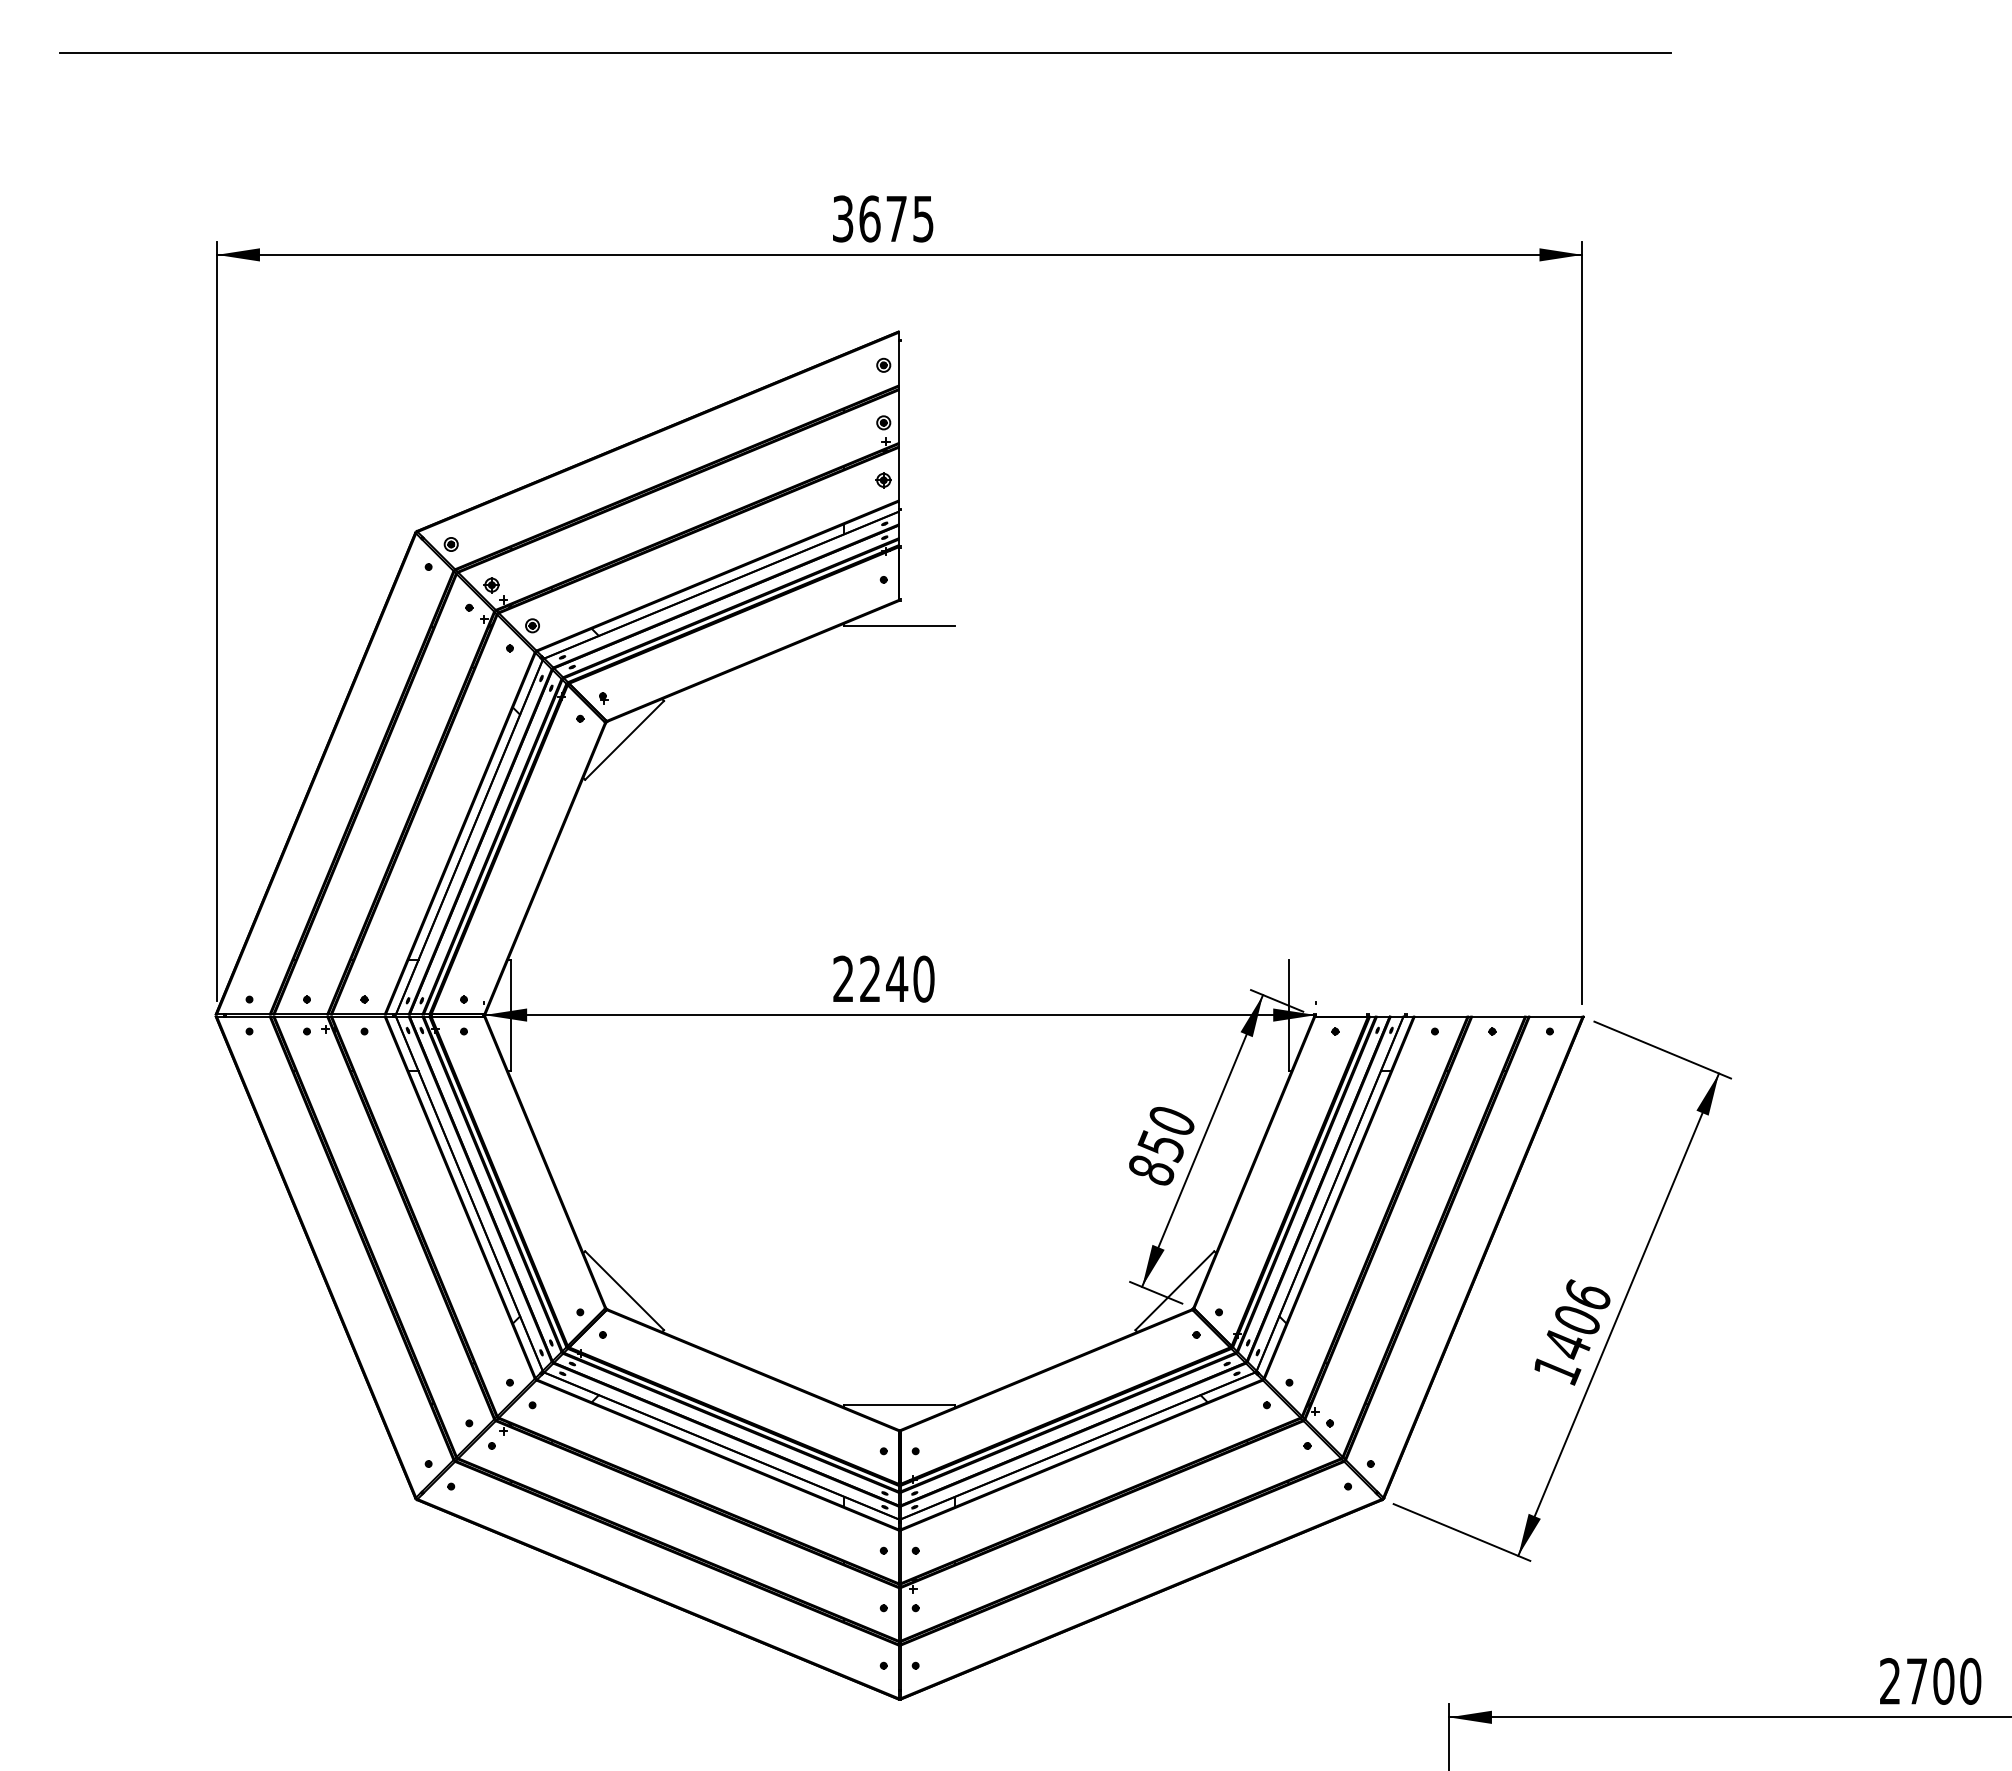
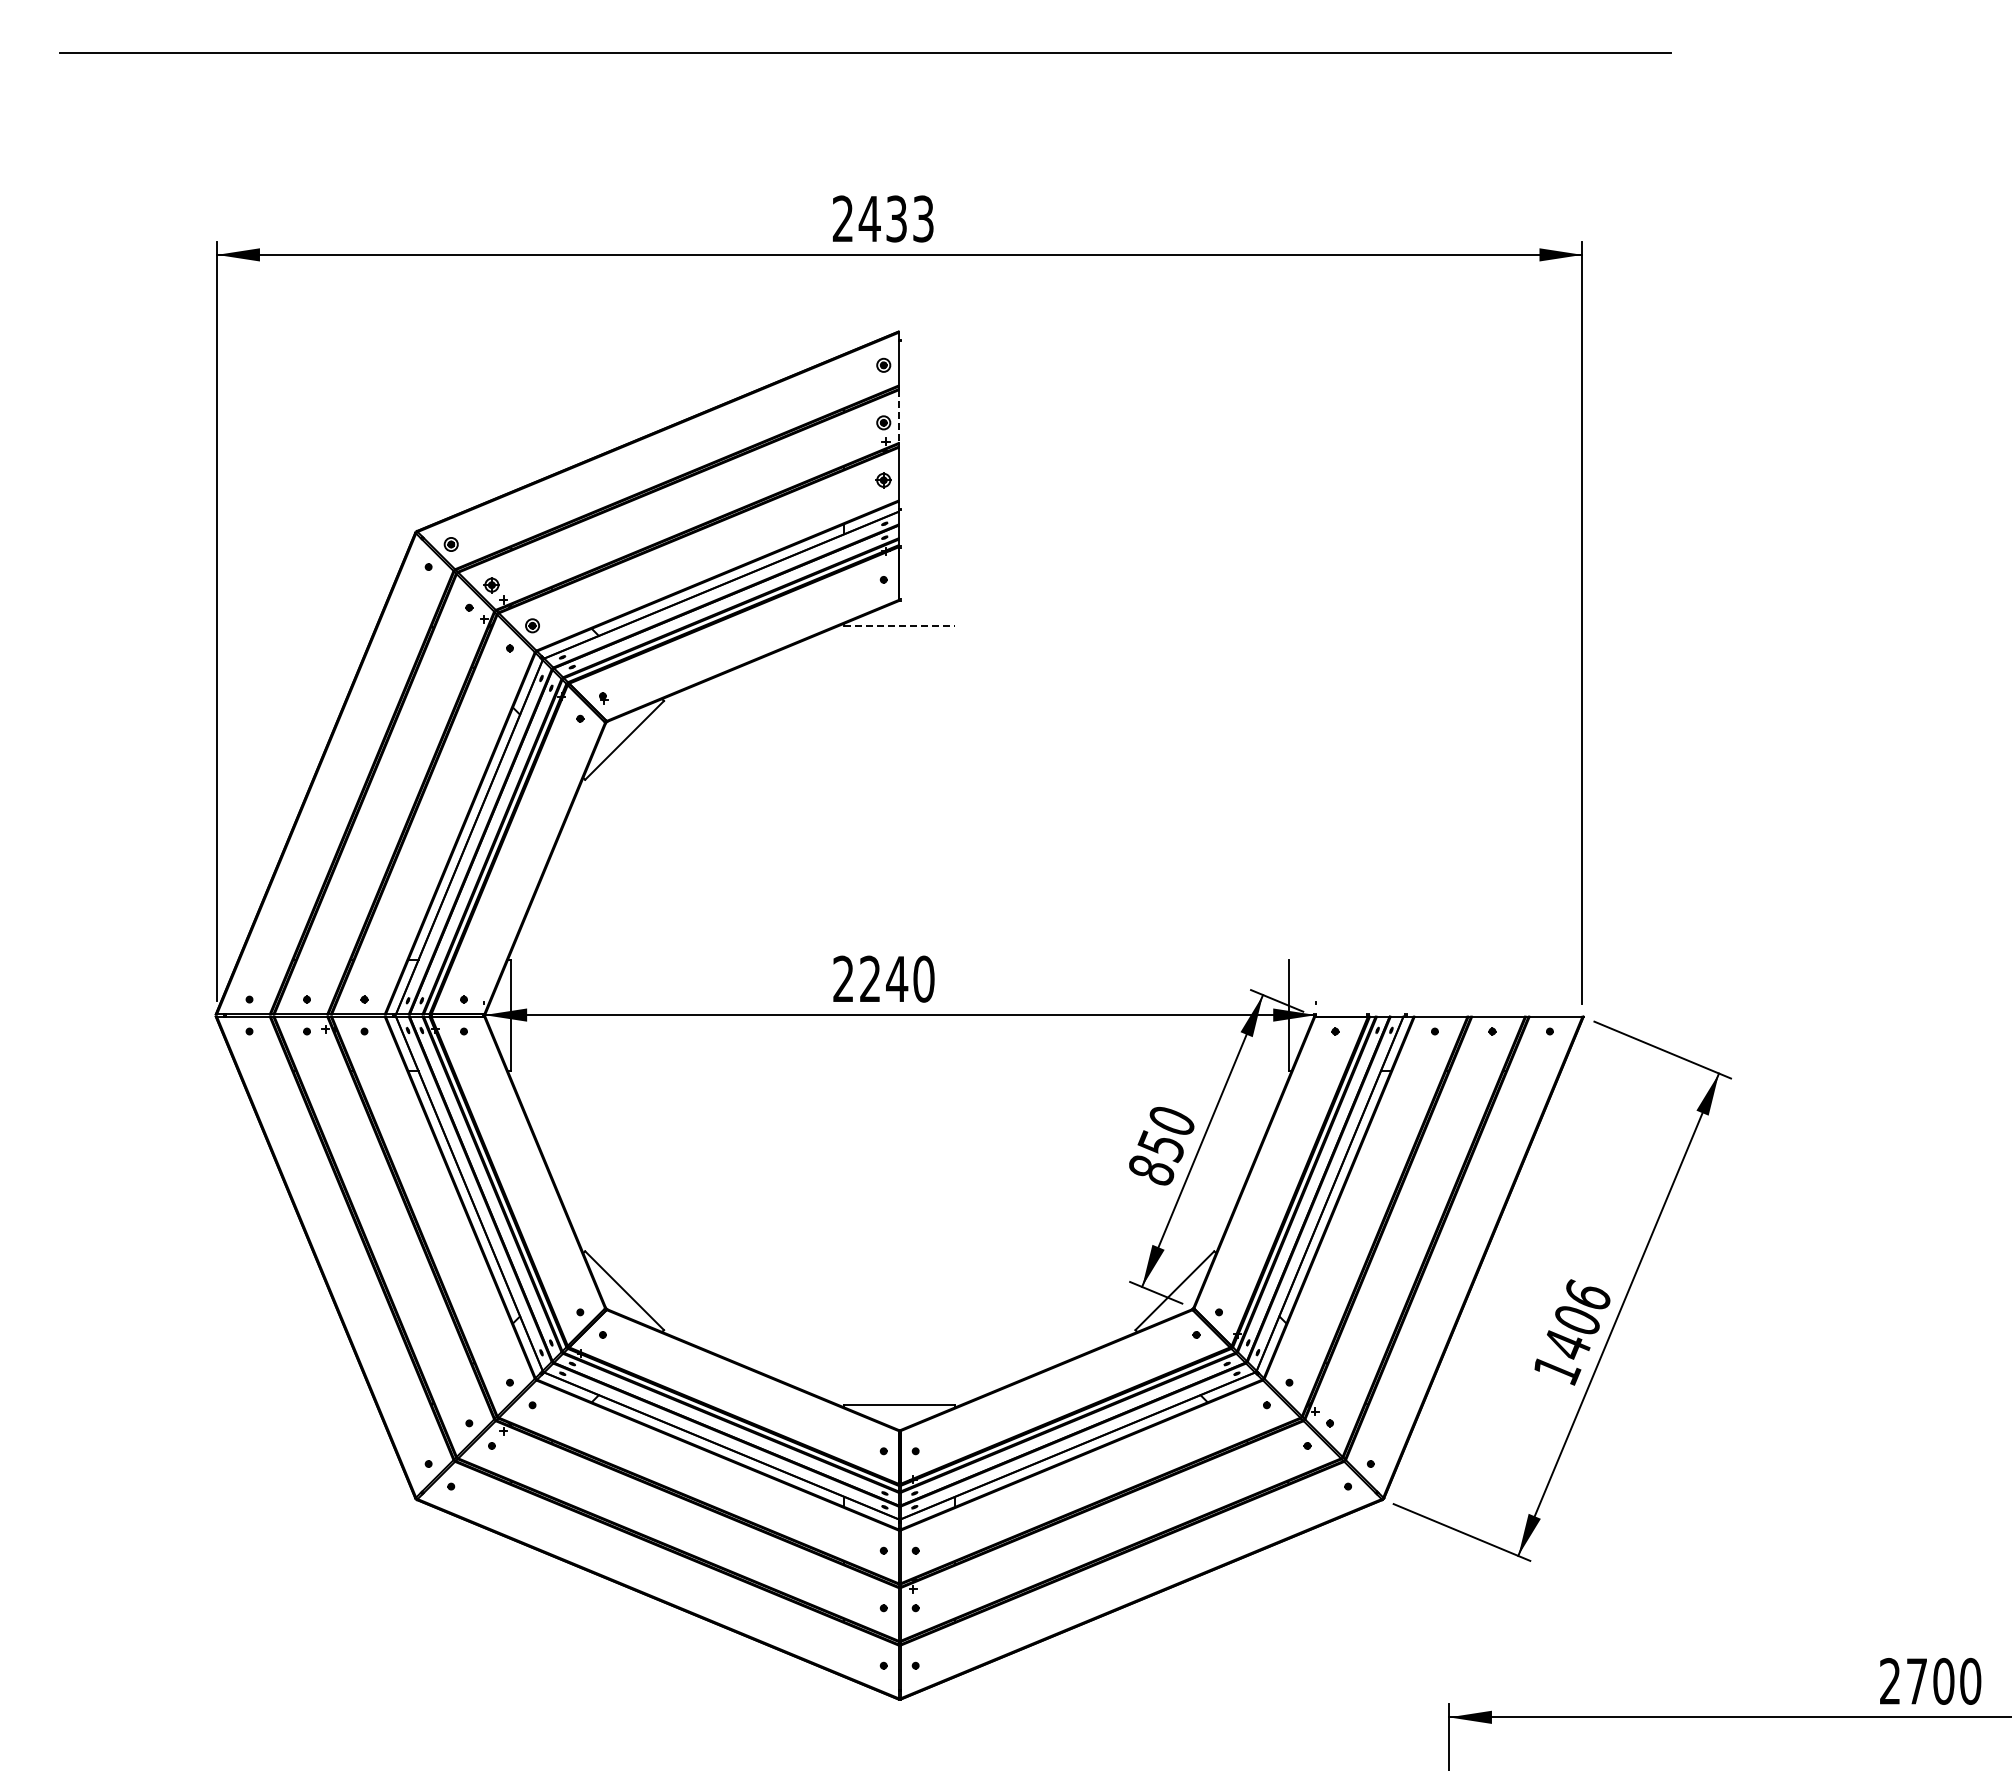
text at (882, 218): 3675 -> 2433
line at (898, 417): solid -> dashed
line at (899, 626): solid -> dashed
